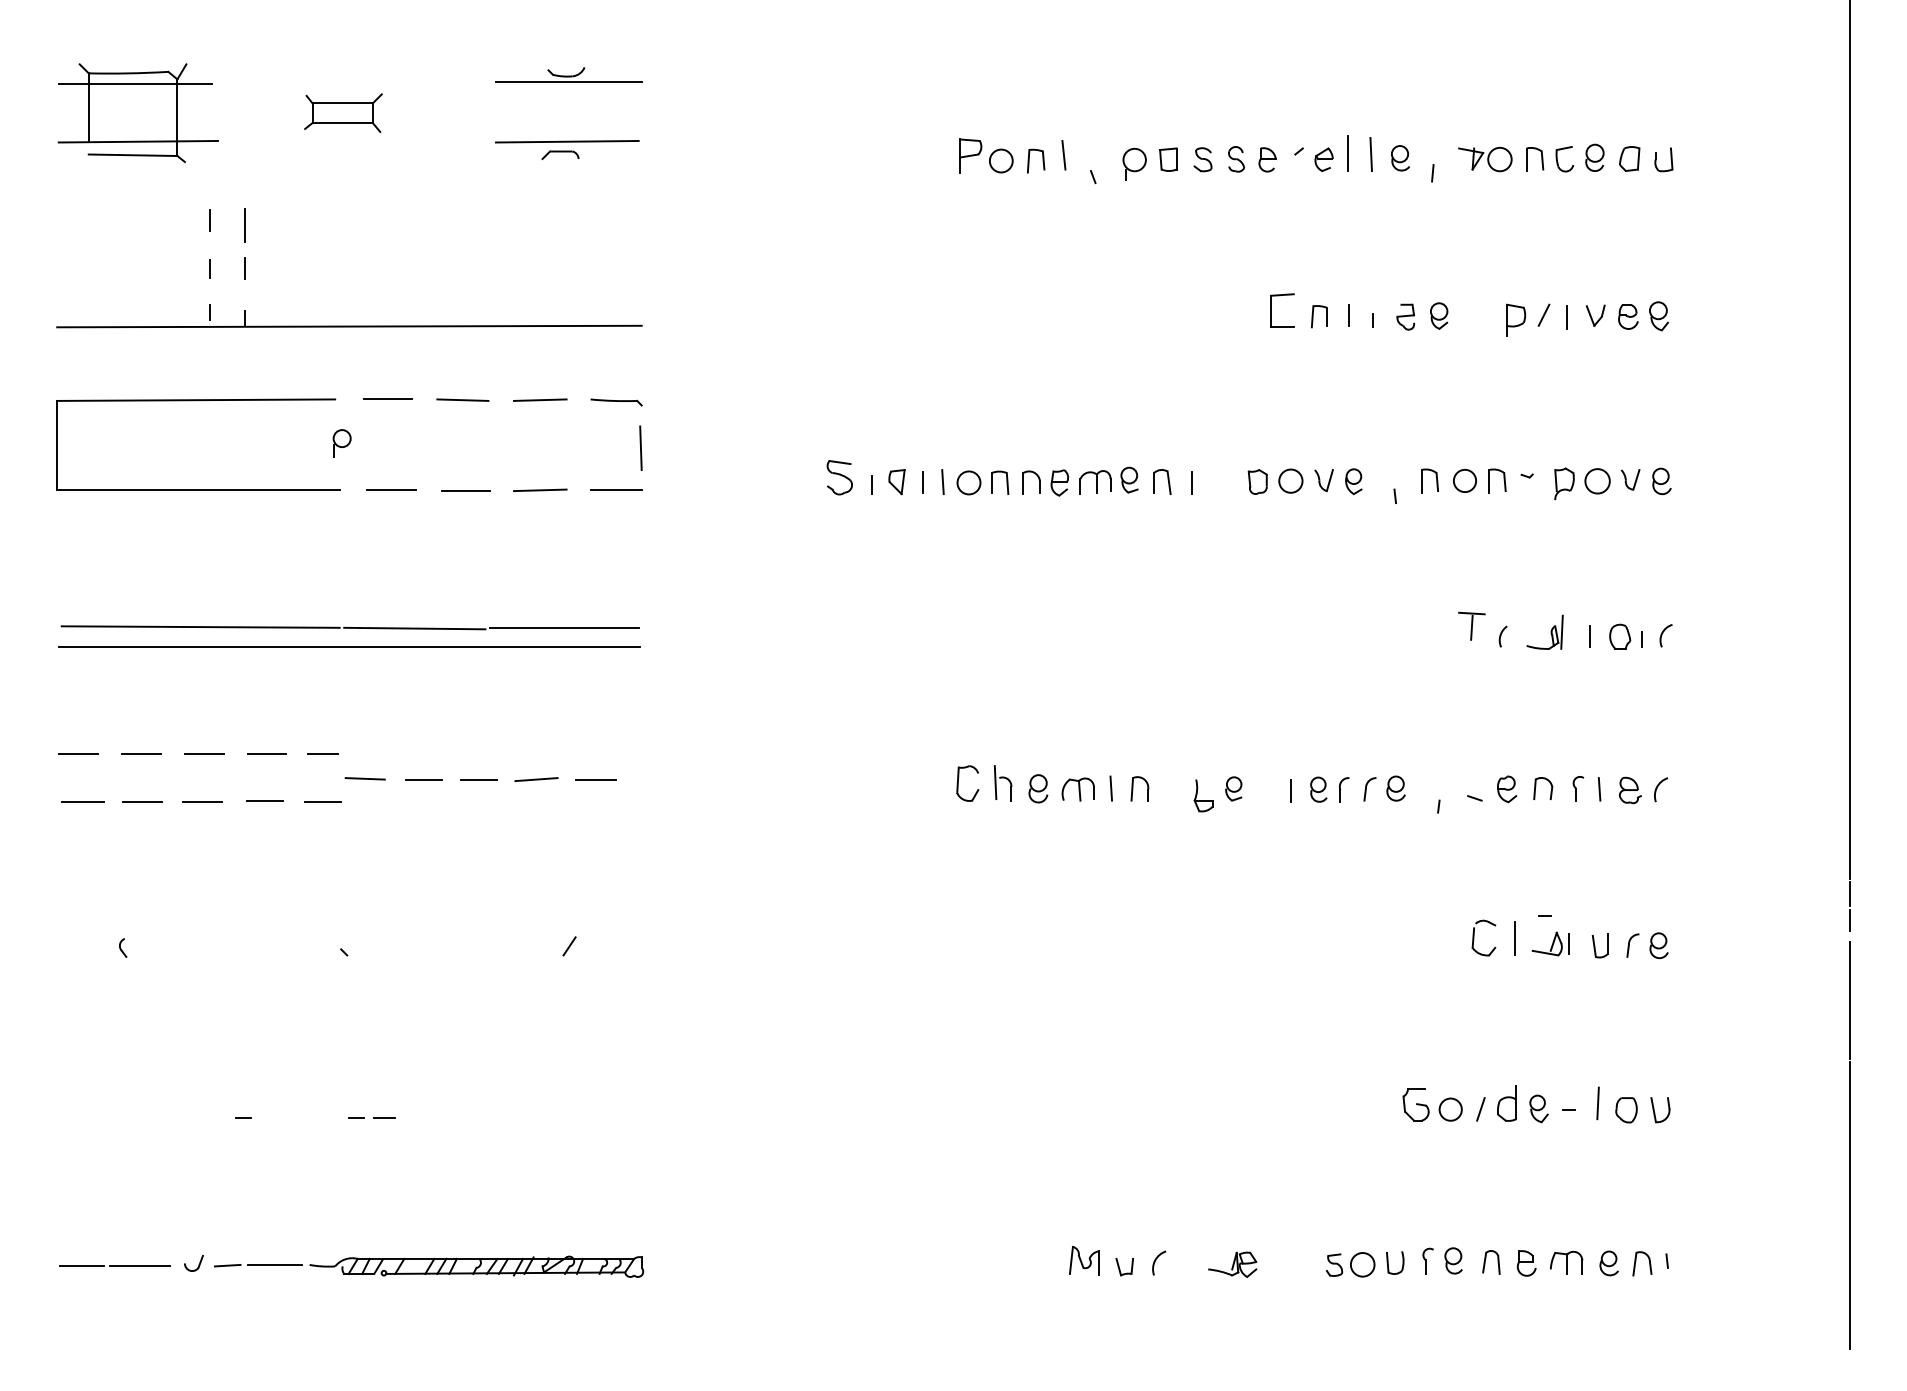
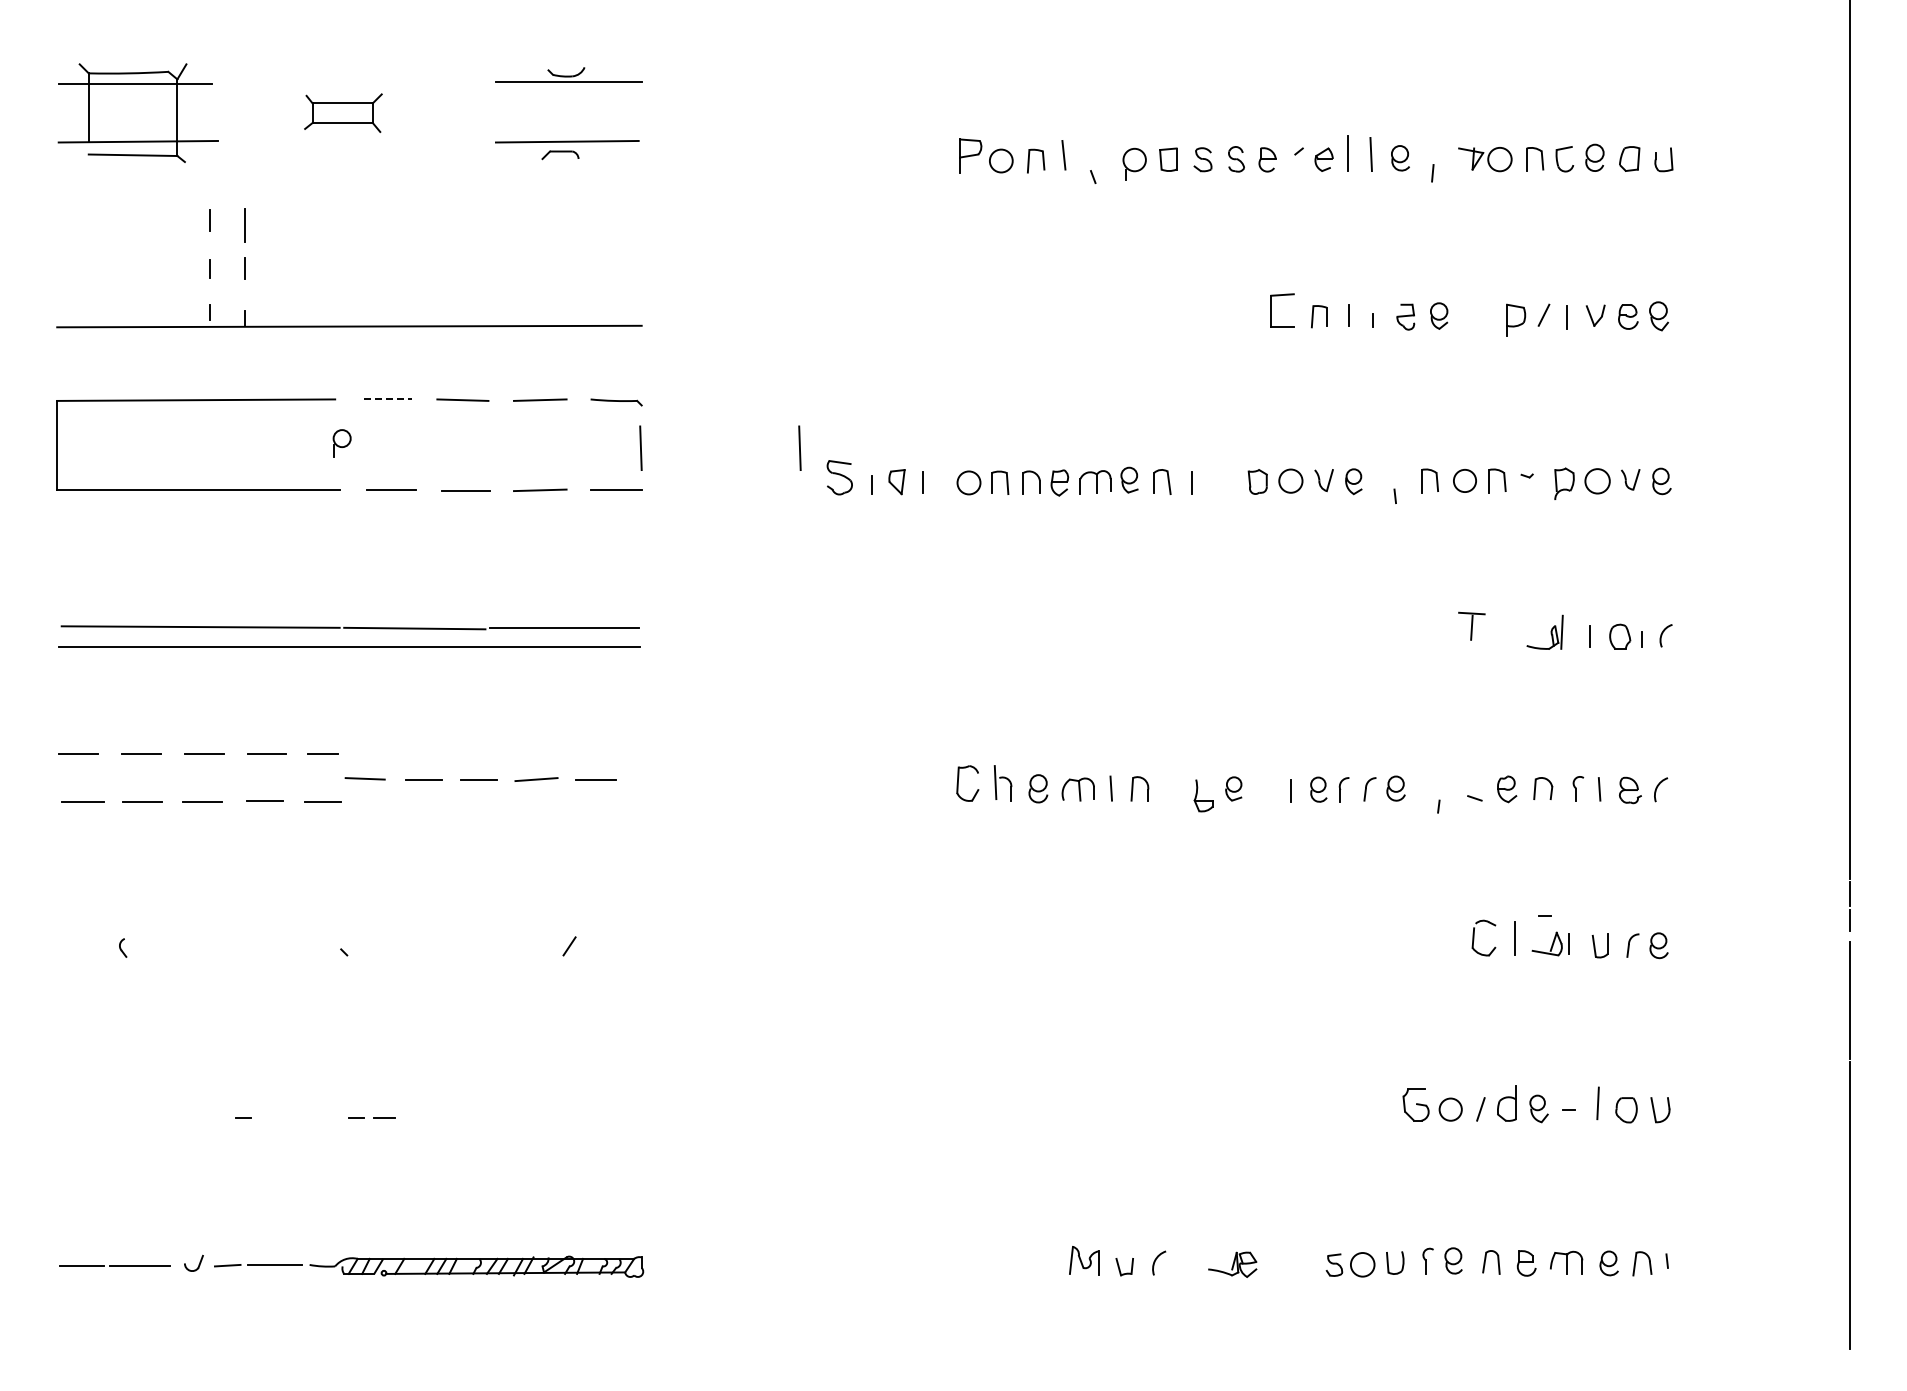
line at (388, 399): solid -> dashed
line at (799, 447): none -> present
line at (942, 482): present -> none
arc at (1501, 636): present -> none
